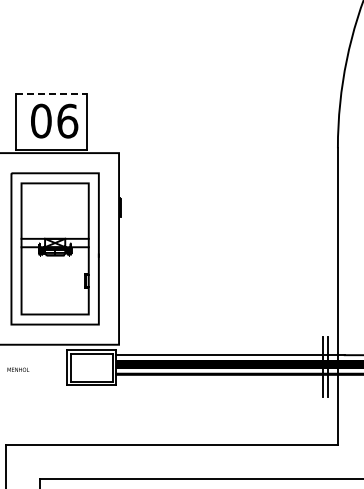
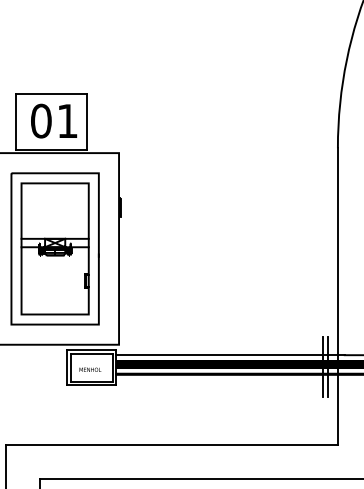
line at (52, 94): dashed -> solid
text at (67, 120): 06 -> 01
text at (18, 369) position: (18, 369) -> (90, 369)
